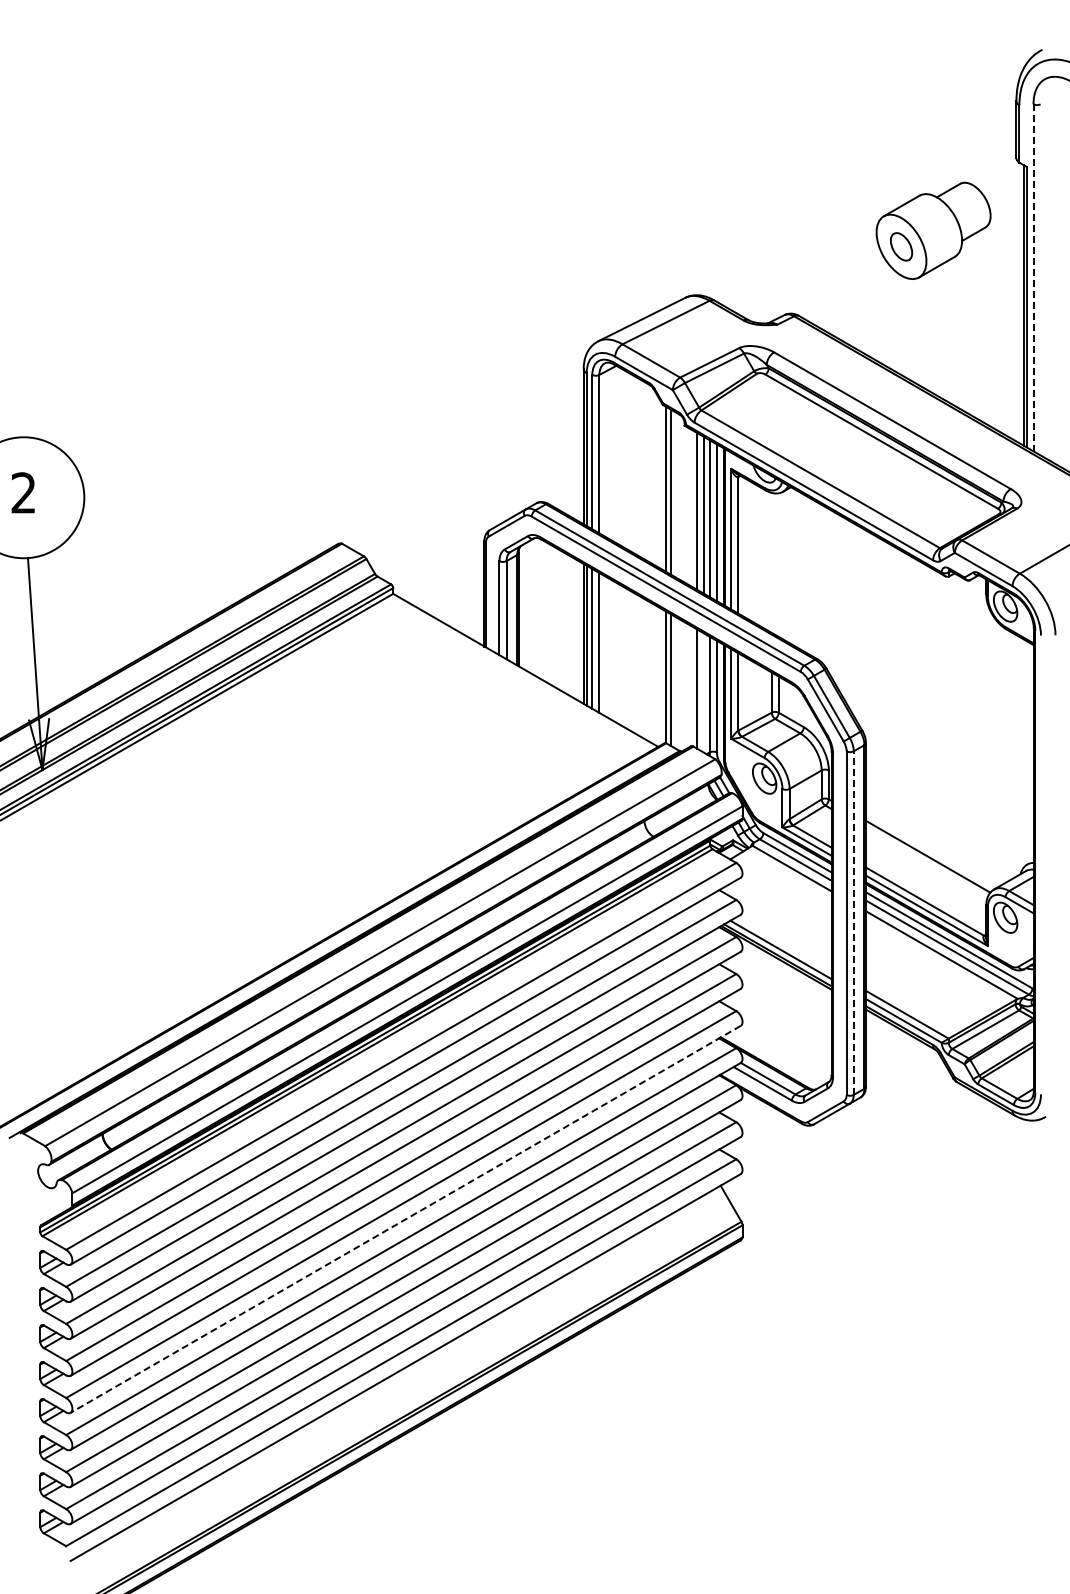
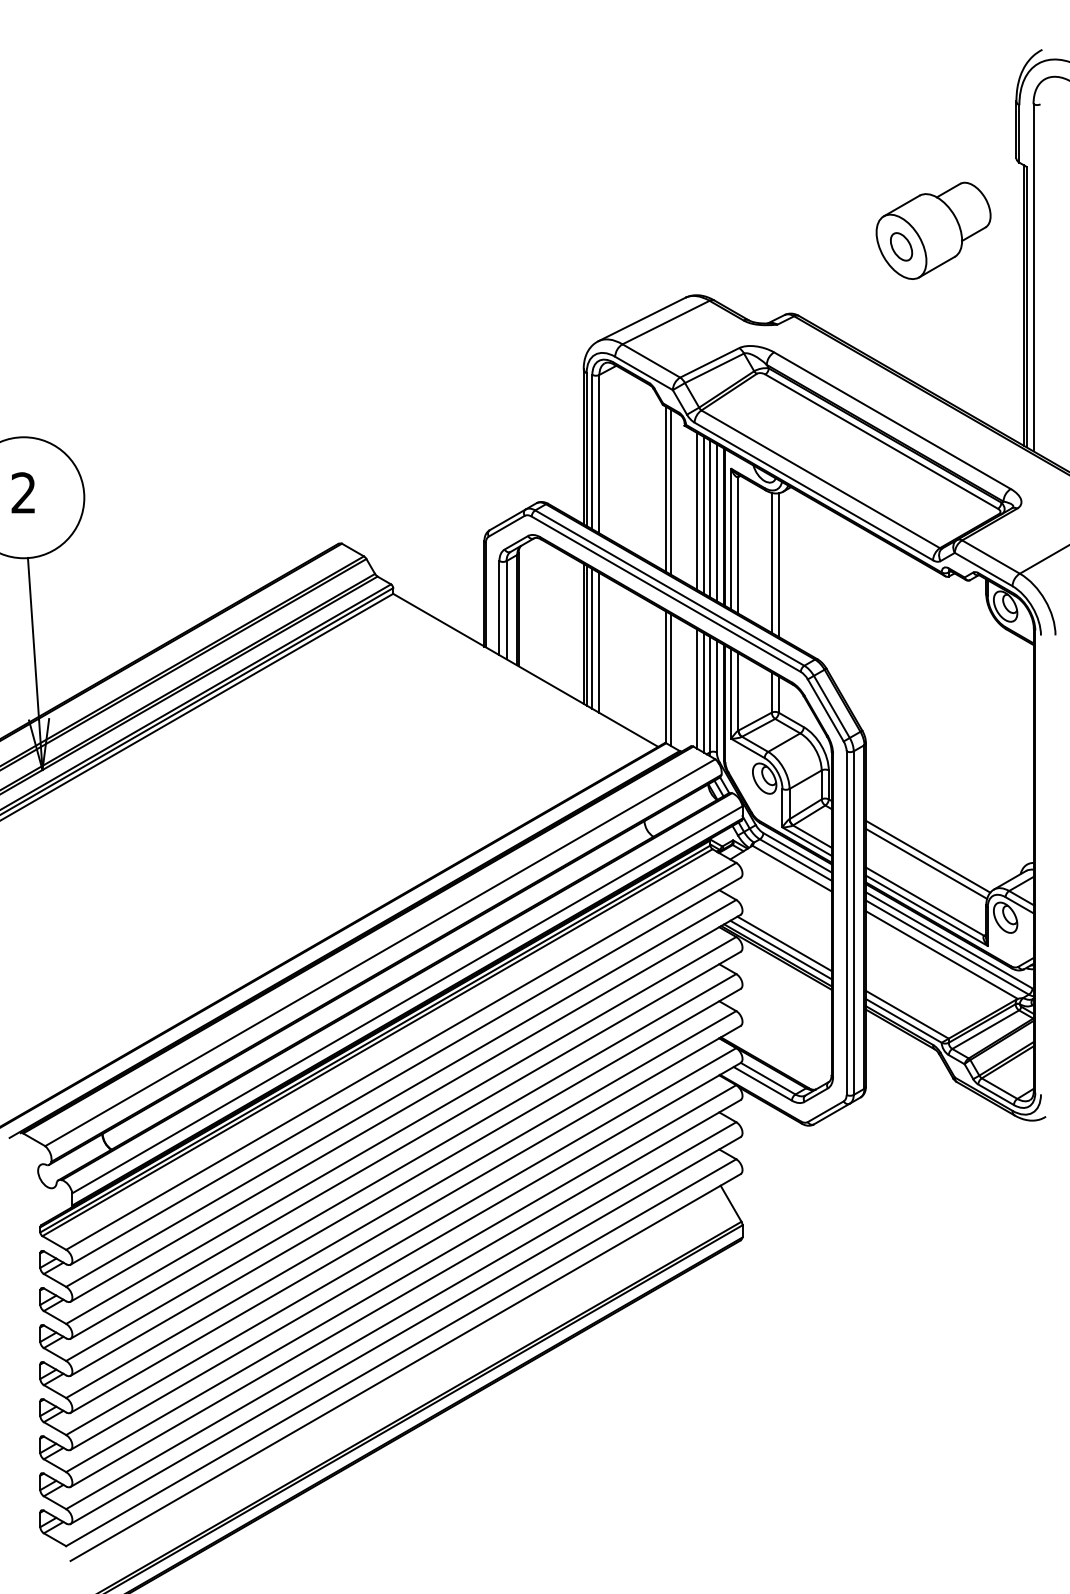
line at (1033, 277): dashed -> solid
line at (771, 562): none -> present
line at (778, 564): none -> present
line at (704, 692): none -> present
line at (926, 863): none -> present
line at (853, 923): dashed -> solid
line at (784, 943): none -> present
line at (405, 1219): dashed -> solid
